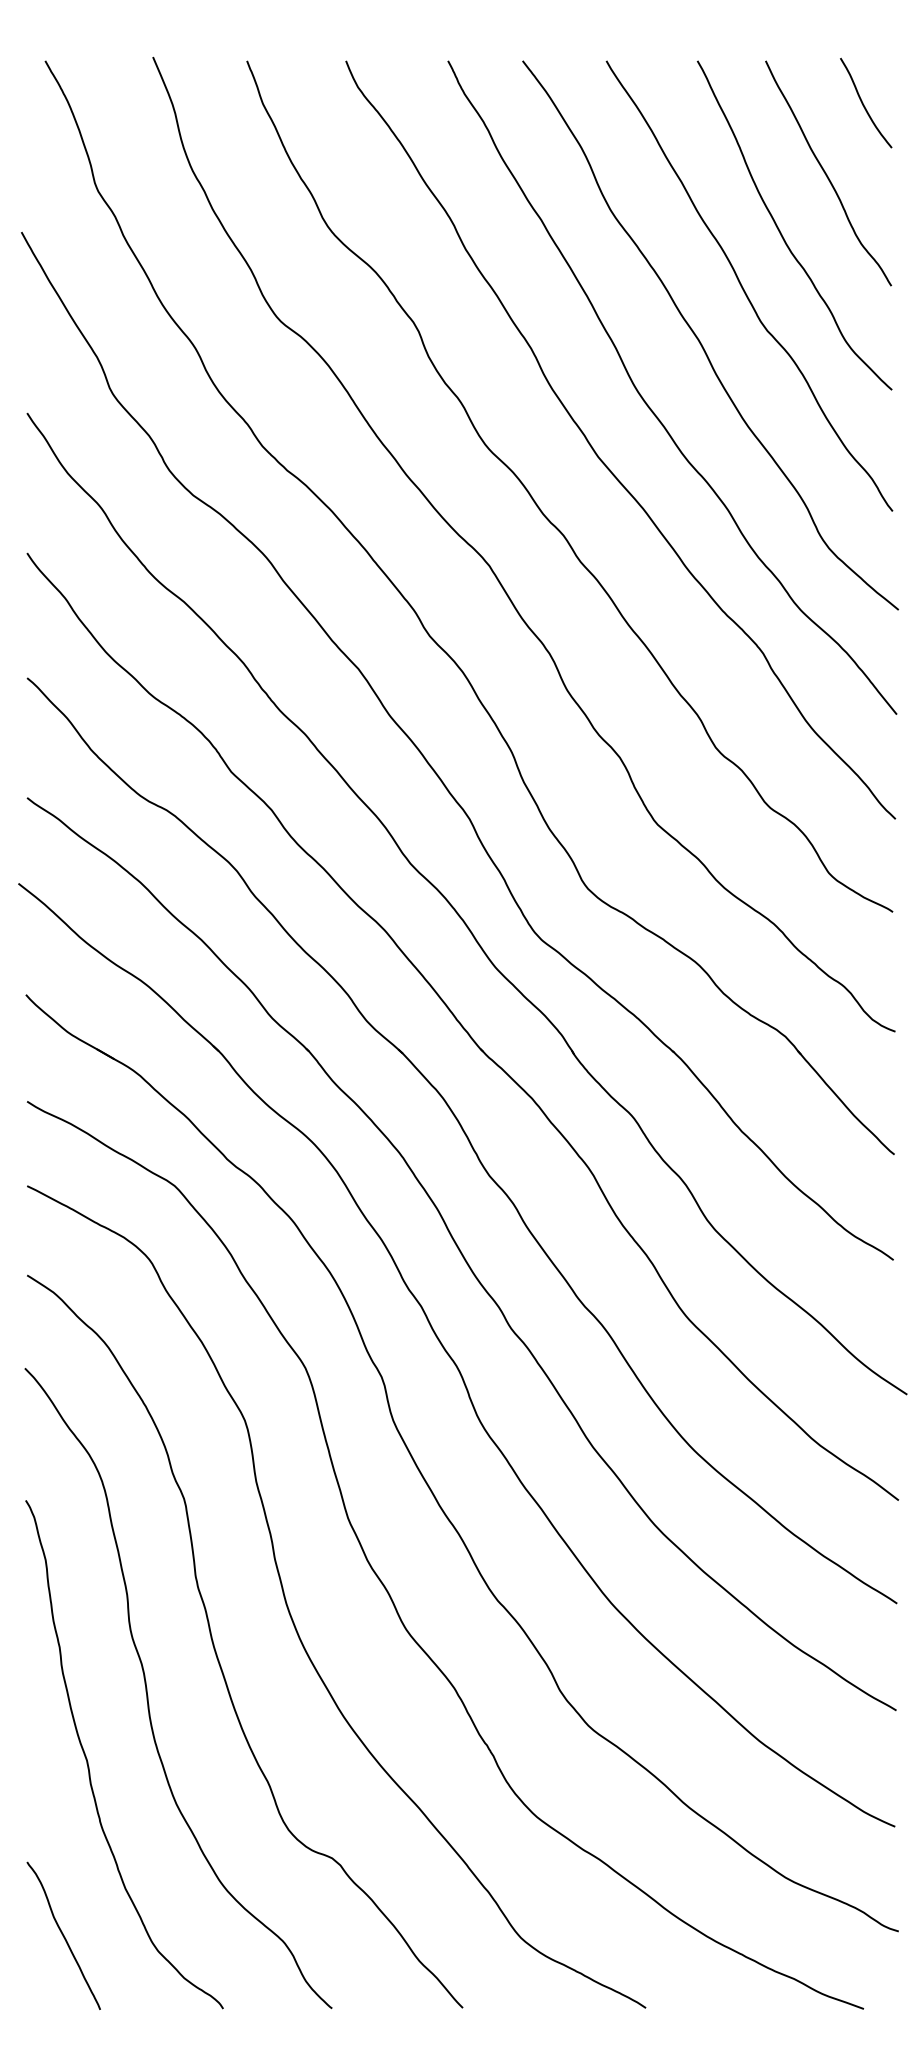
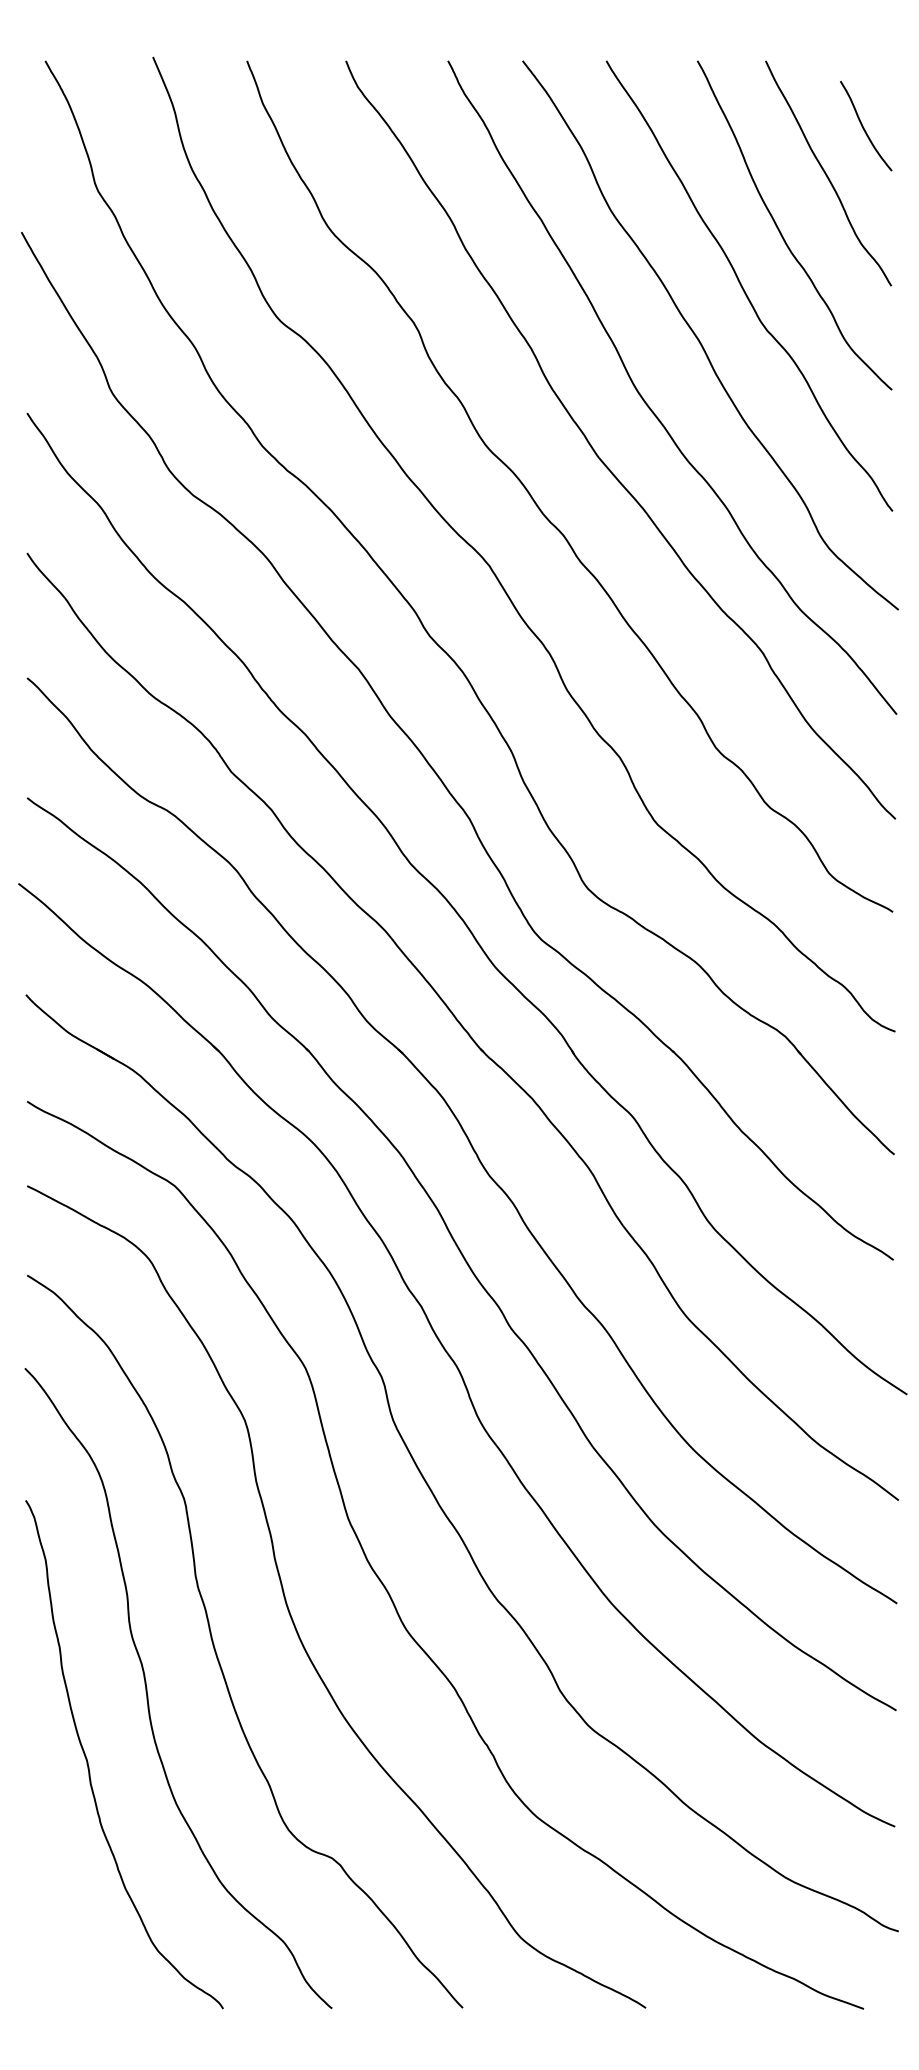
curve at (864, 104) position: (864, 104) -> (864, 127)
curve at (63, 1935): present -> none
